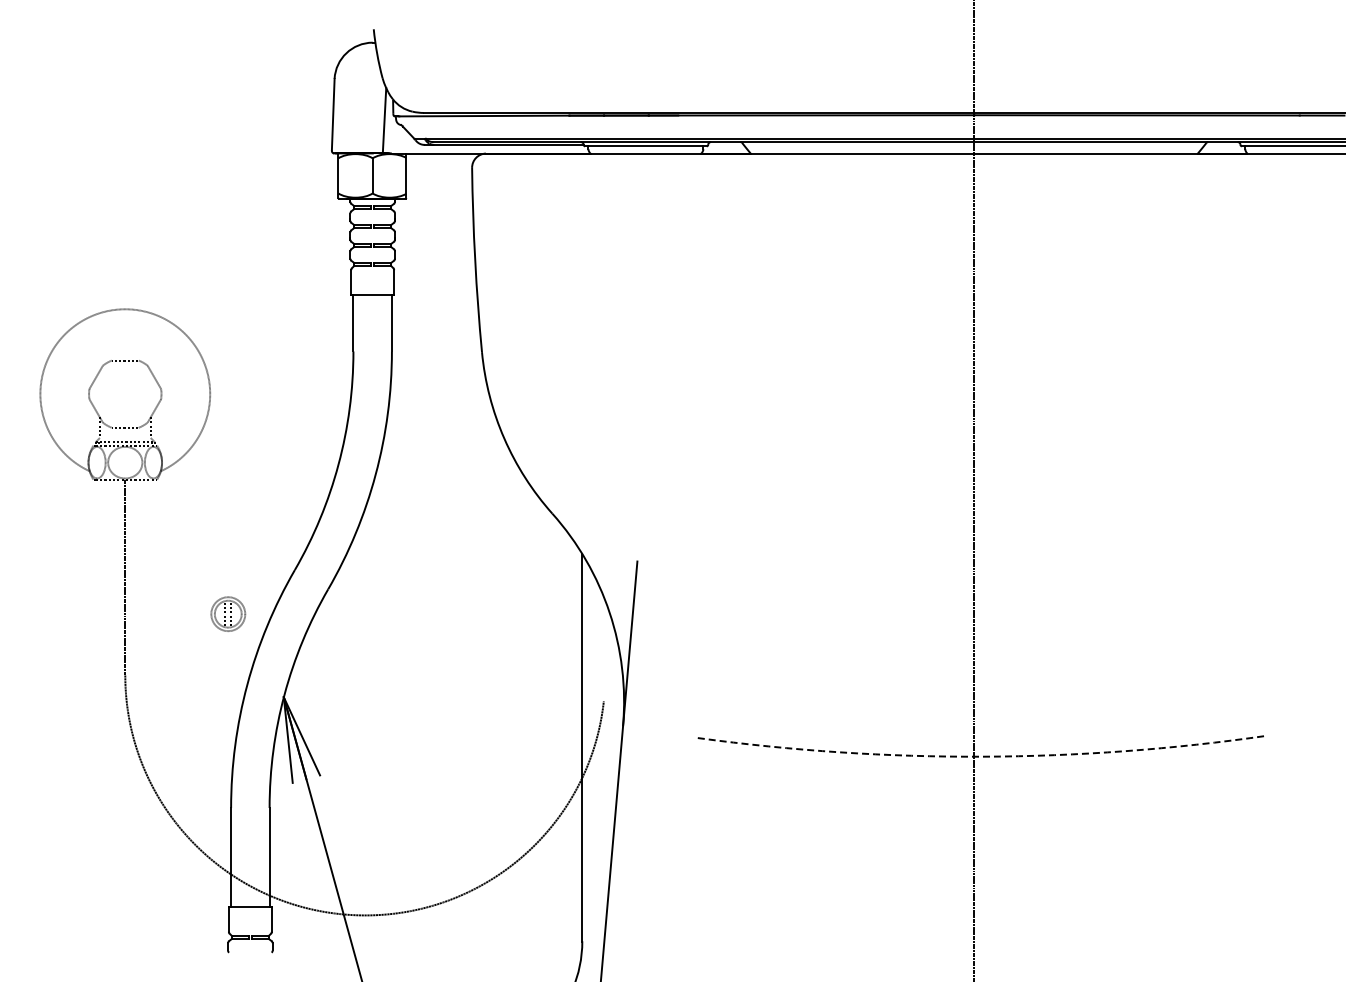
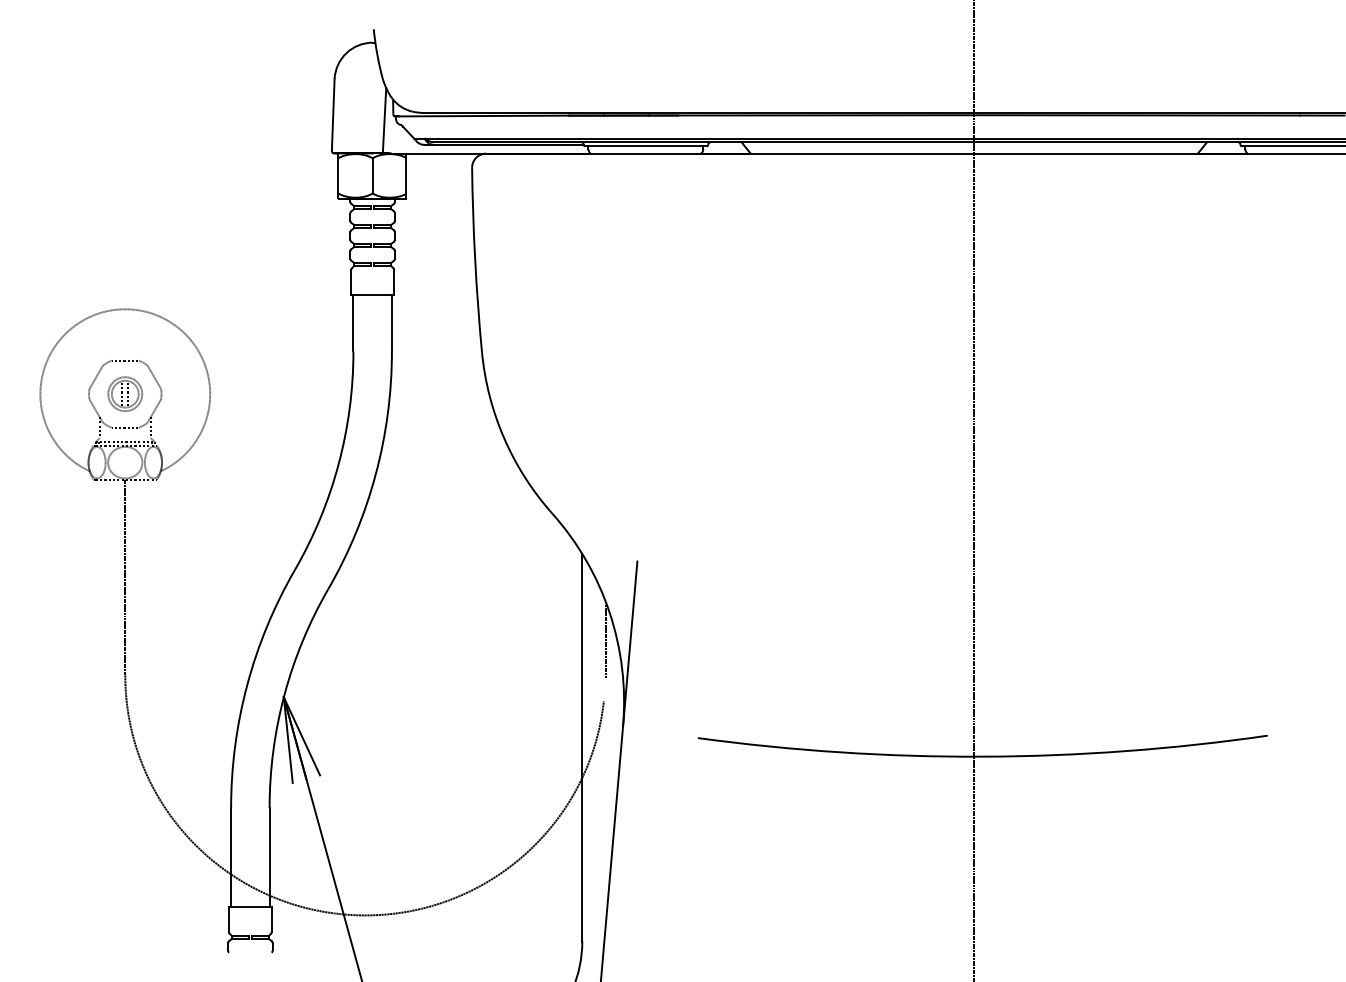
part at (228, 613) position: (228, 613) -> (125, 393)
line at (606, 640): none -> present
arc at (982, 756): dashed -> solid
